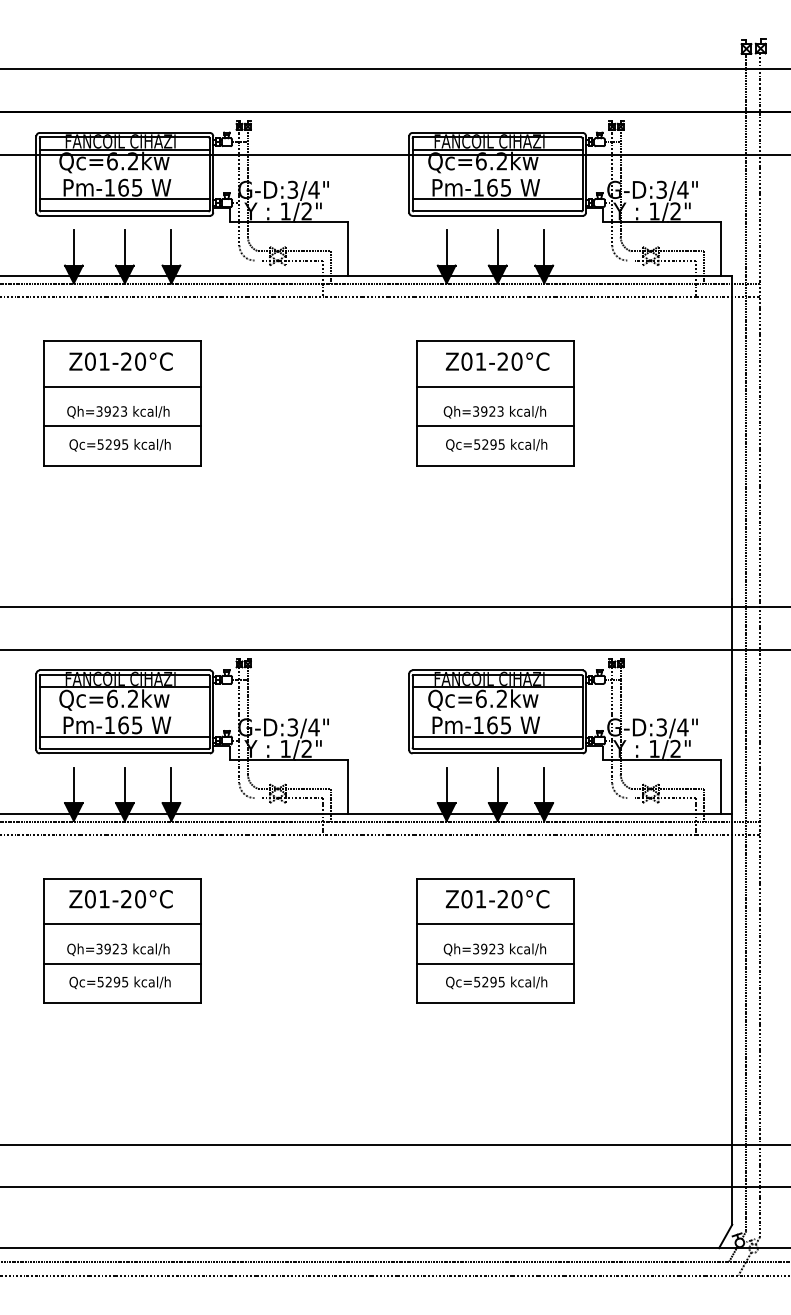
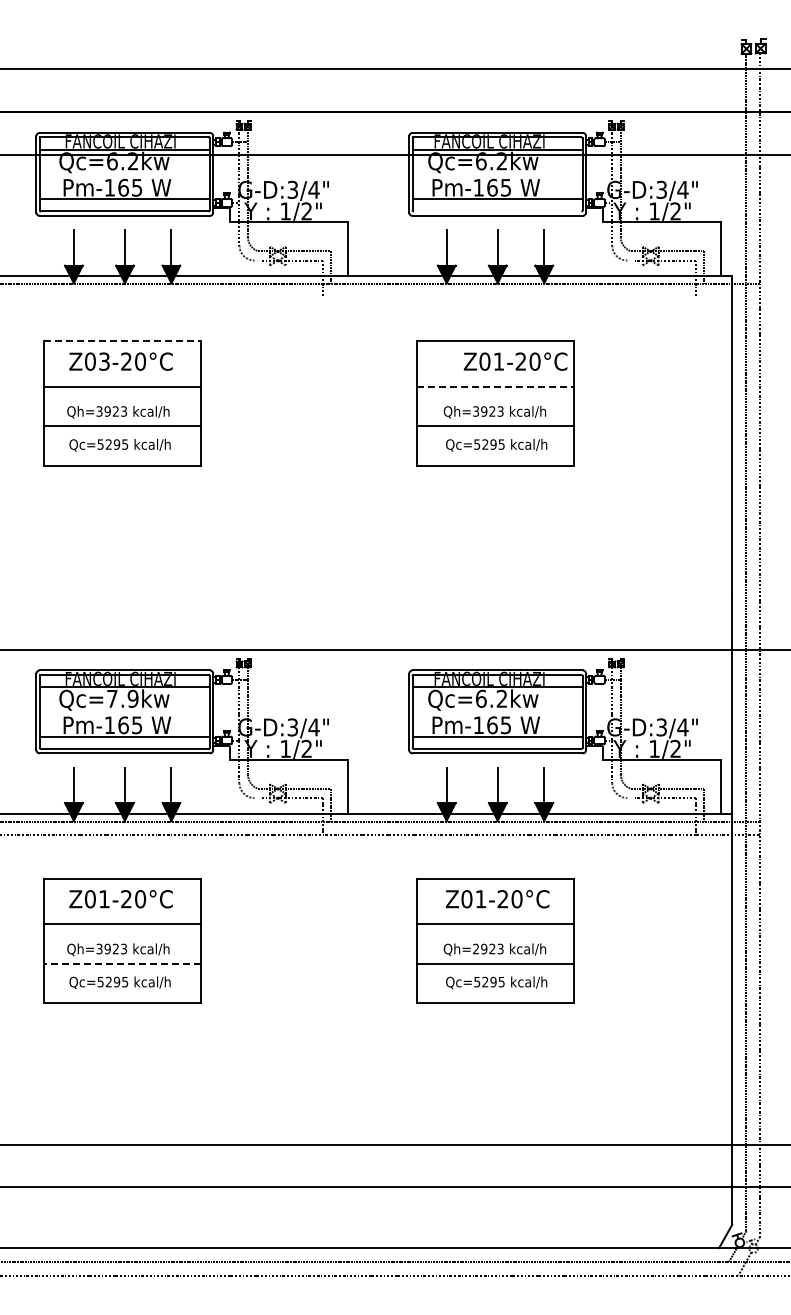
line at (497, 211): present -> none
line at (381, 297): present -> none
line at (122, 341): solid -> dashed
text at (104, 361): Z01-20°C -> Z03-20°C
text at (497, 361) position: (497, 361) -> (515, 361)
line at (495, 386): solid -> dashed
line at (394, 607): present -> none
text at (122, 698): Qc=6.2kw -> Qc=7.9kw
text at (476, 949): Qh=3923 -> Qh=2923
line at (122, 963): solid -> dashed
